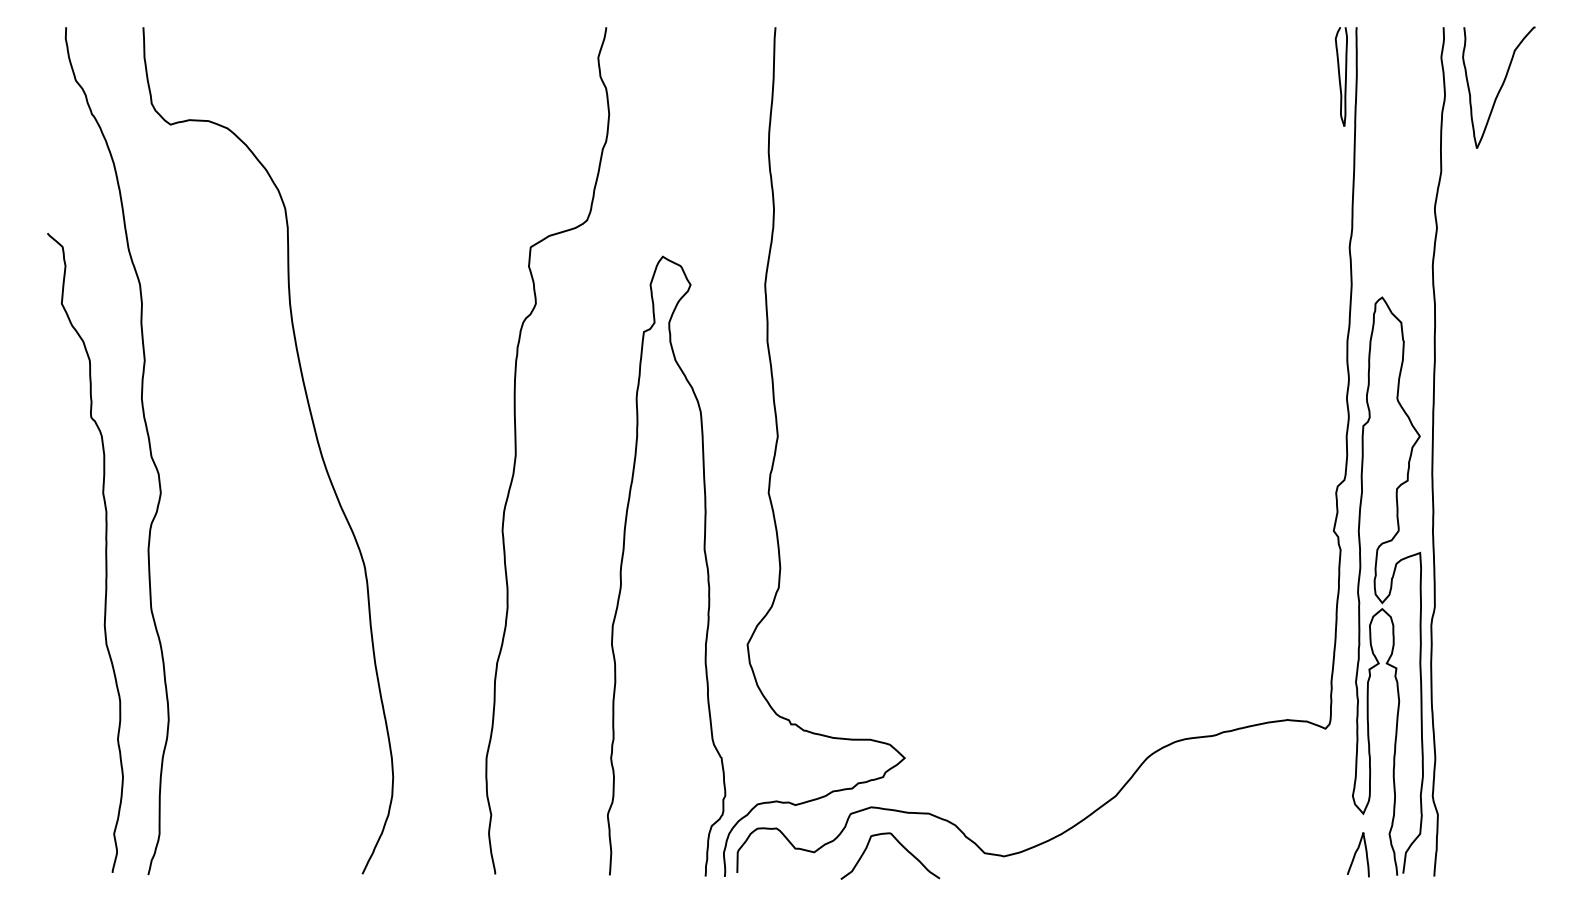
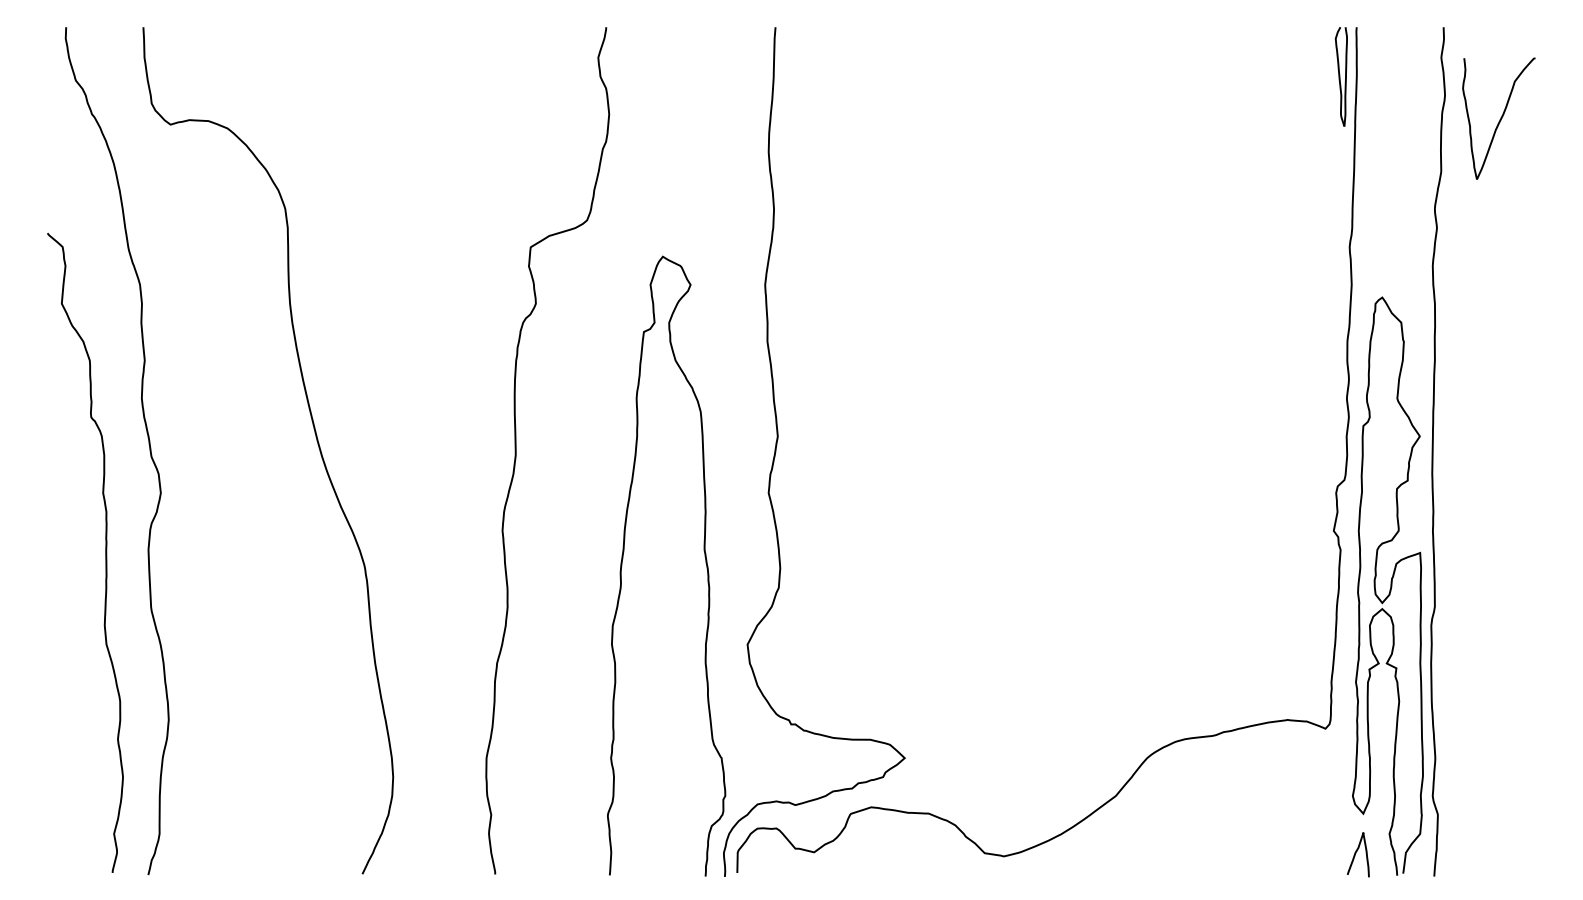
curve at (1499, 88) position: (1499, 88) -> (1499, 119)
curve at (900, 845): present -> none
